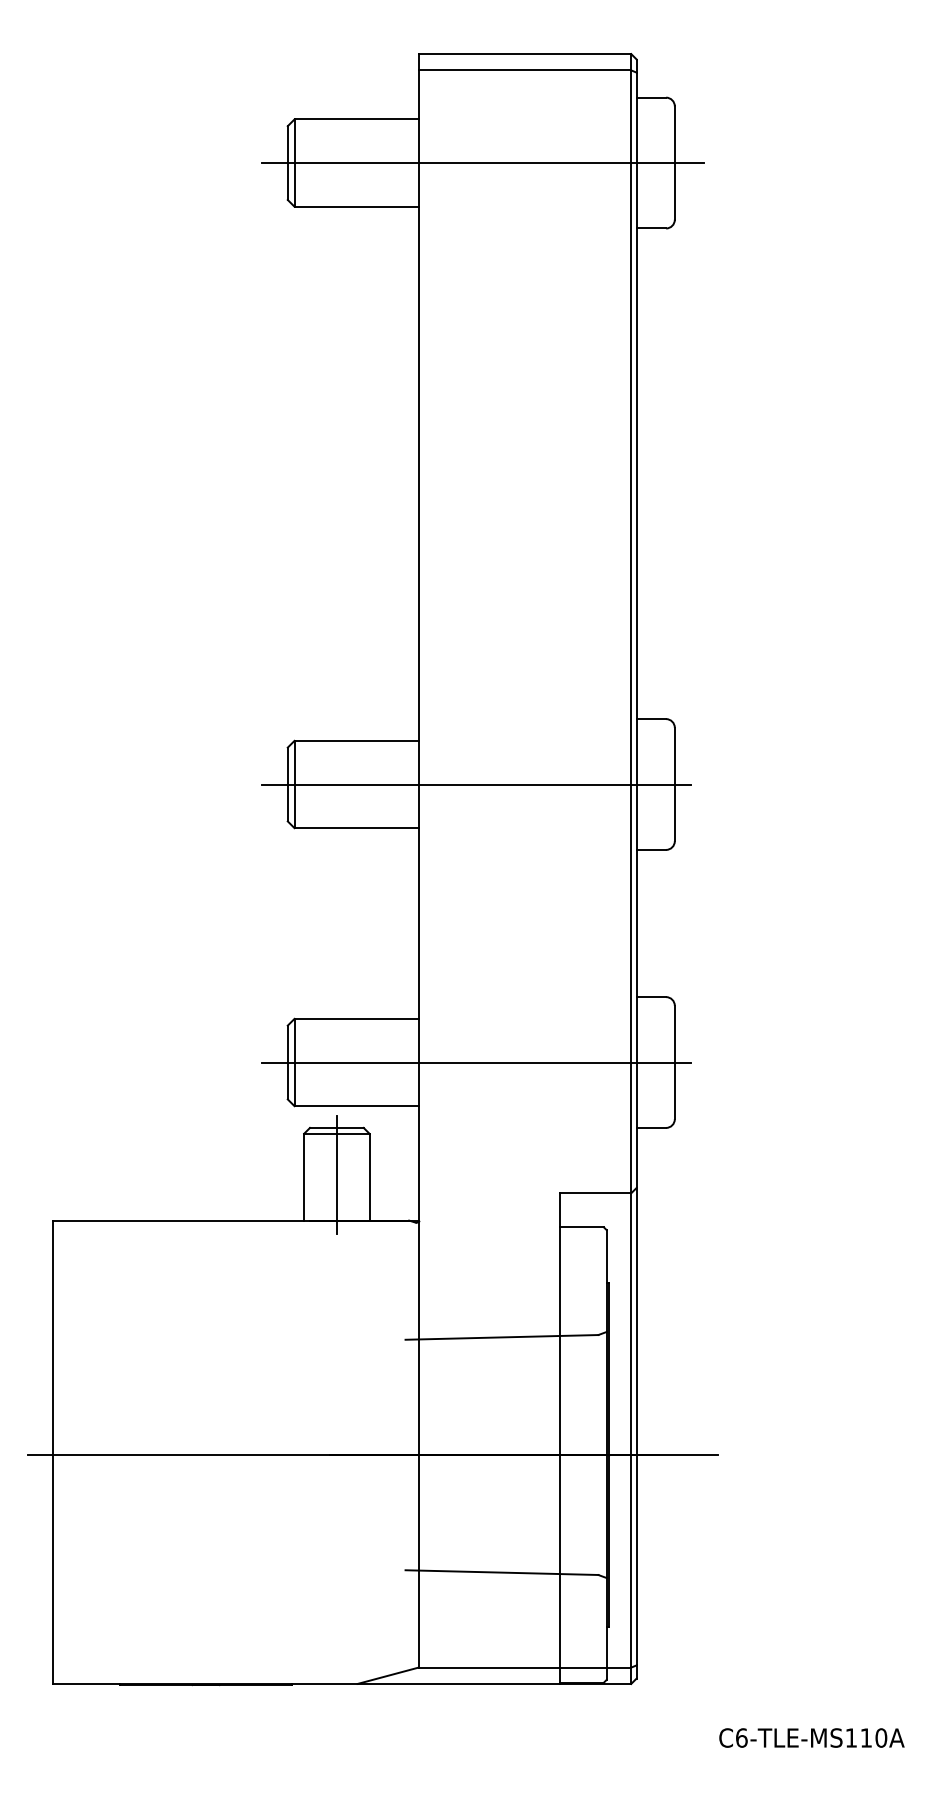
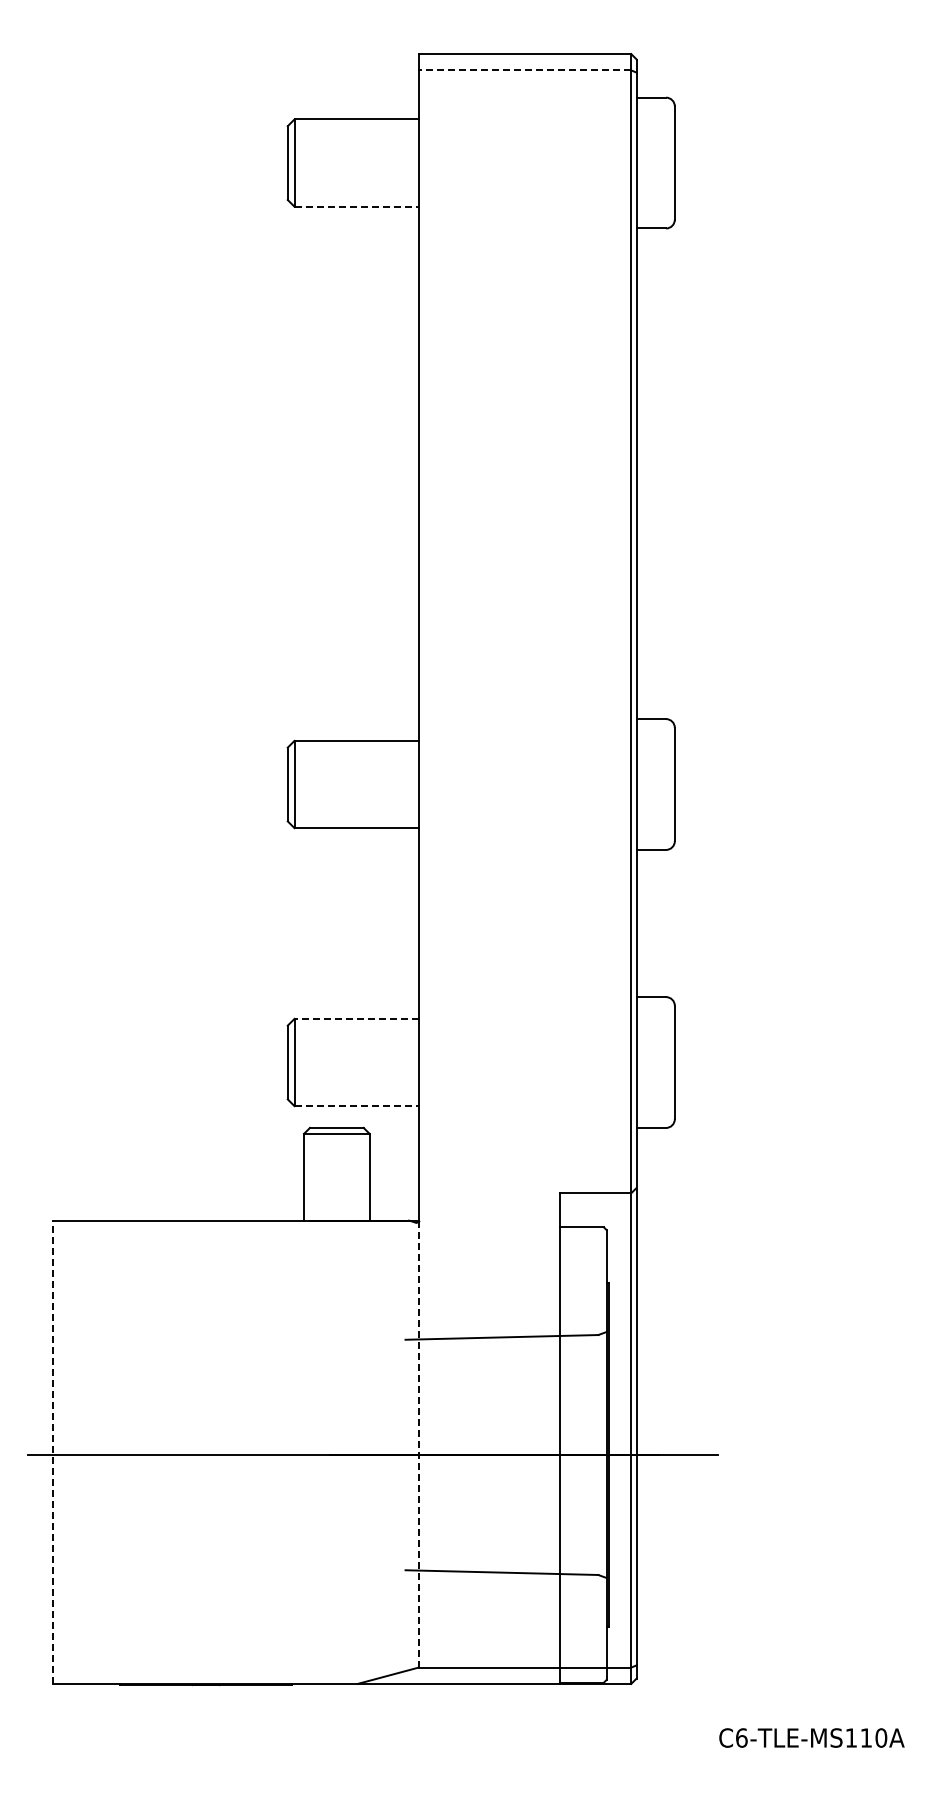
line at (524, 70): solid -> dashed
line at (483, 163): present -> none
line at (357, 206): solid -> dashed
line at (476, 784): present -> none
line at (356, 1018): solid -> dashed
line at (476, 1062): present -> none
line at (357, 1106): solid -> dashed
line at (336, 1174): present -> none
line at (418, 1443): solid -> dashed
line at (53, 1452): solid -> dashed
